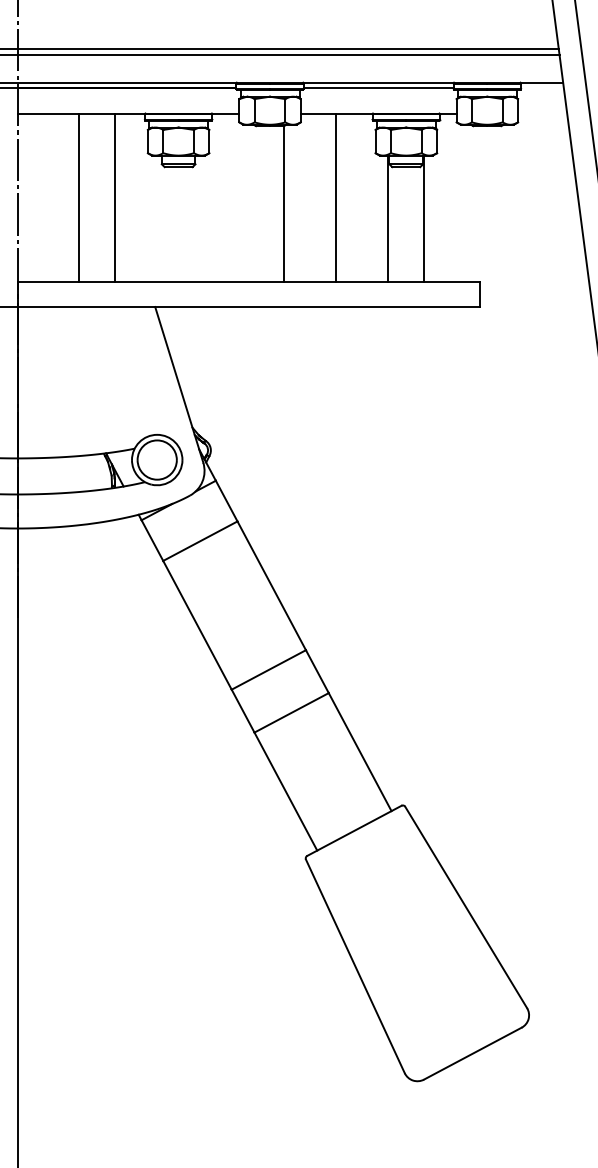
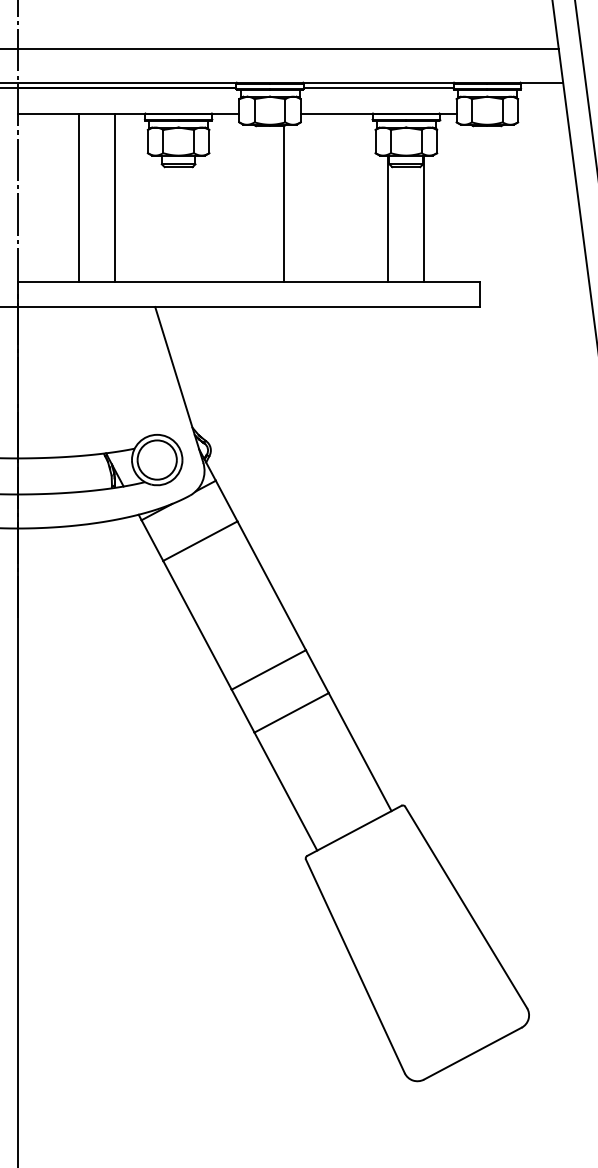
line at (280, 54): present -> none
line at (335, 197): present -> none
